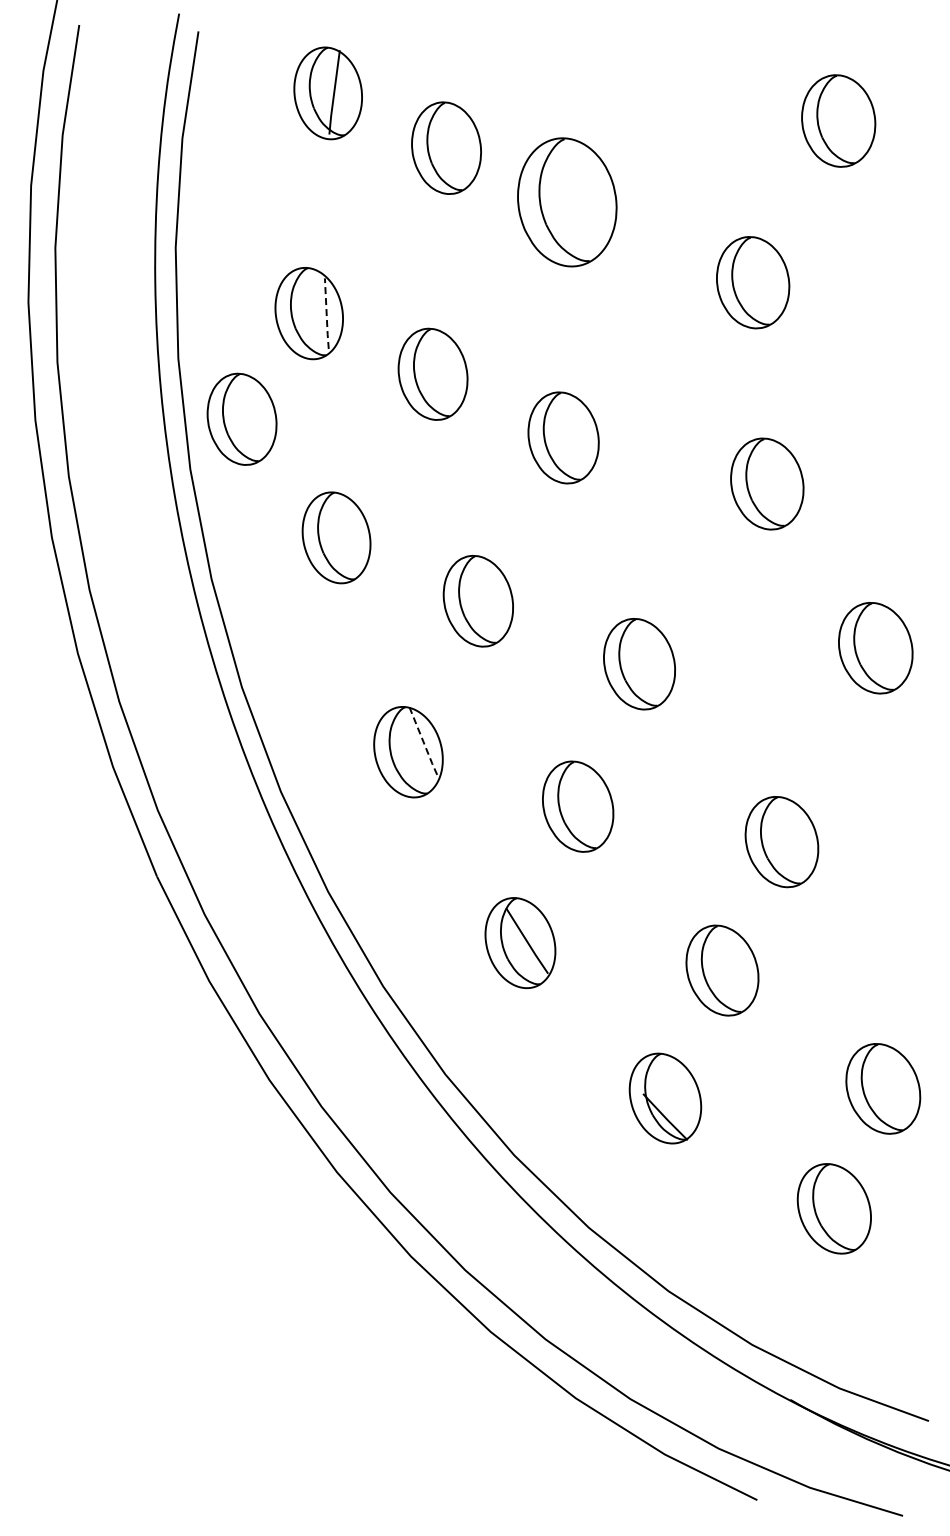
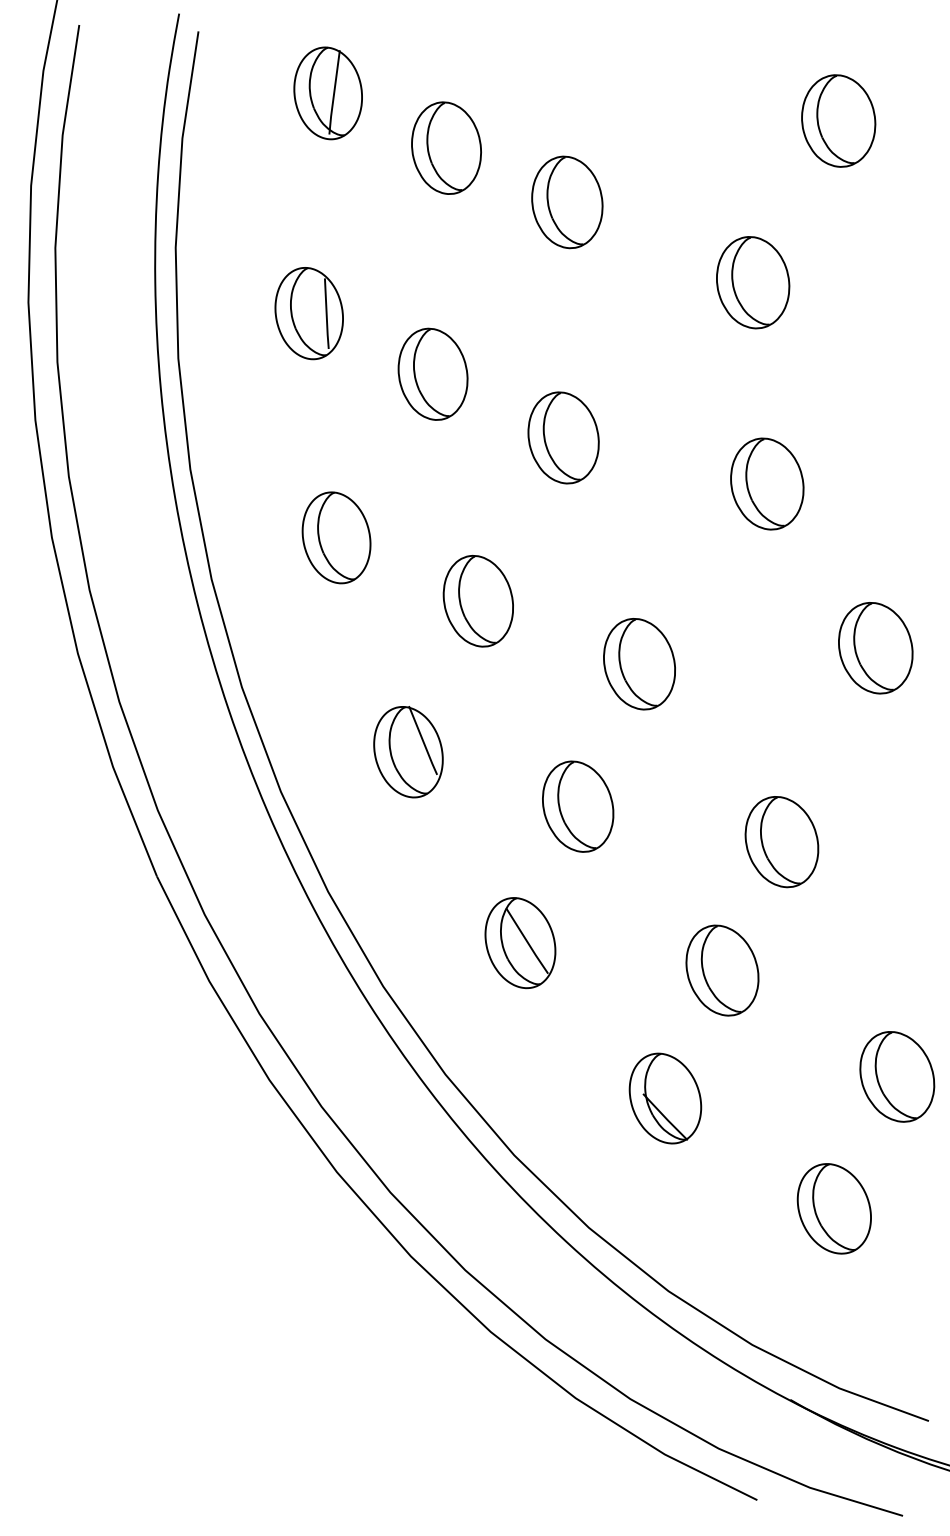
part at (567, 202) size: 101x131 px -> 73x95 px
line at (326, 314): dashed -> solid
part at (241, 418): present -> none
line at (423, 740): dashed -> solid
part at (883, 1088) position: (883, 1088) -> (897, 1076)
